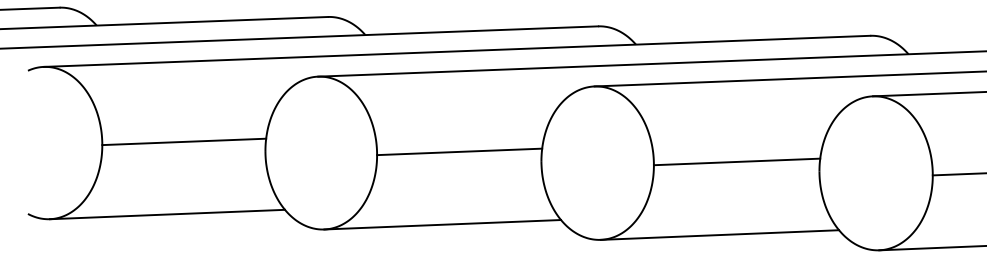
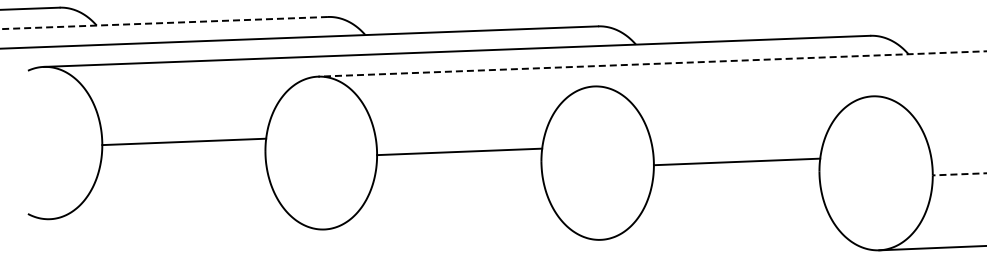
line at (164, 23): solid -> dashed
line at (651, 63): solid -> dashed
line at (788, 78): present -> none
line at (928, 94): present -> none
line at (959, 174): solid -> dashed
line at (167, 214): present -> none
line at (442, 224): present -> none
line at (719, 234): present -> none
